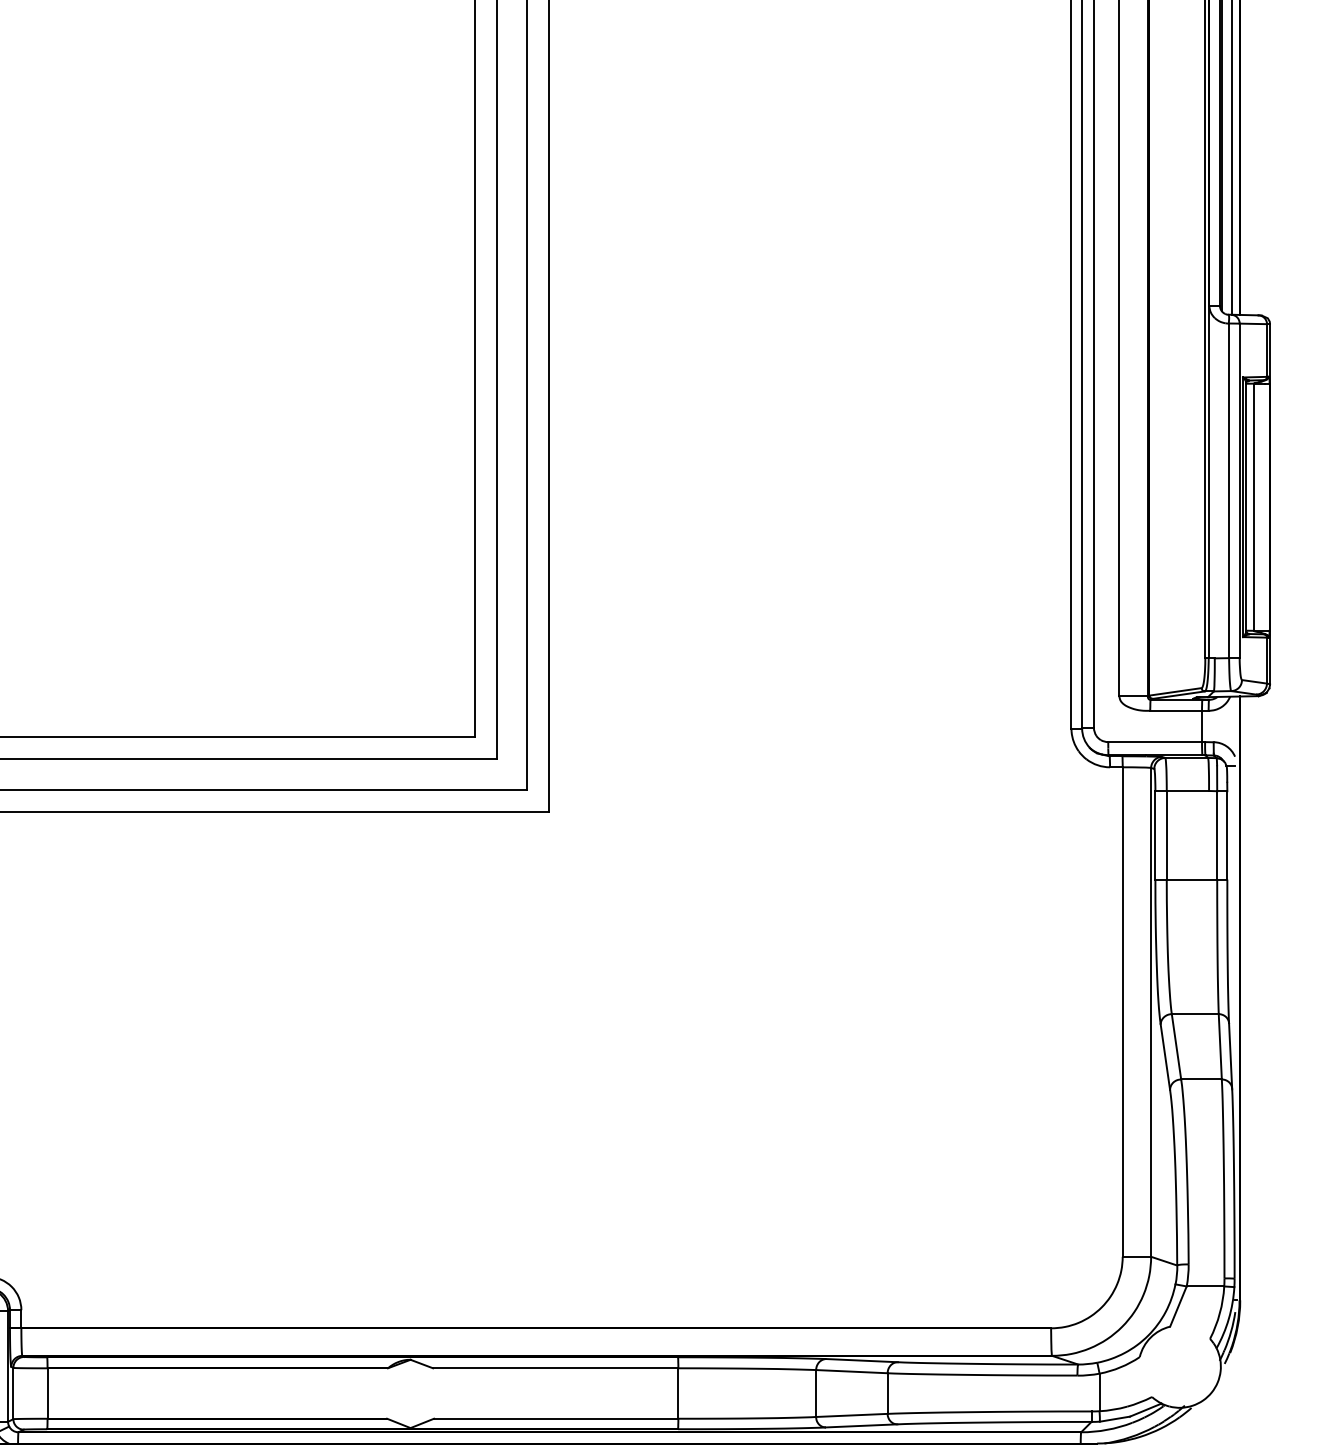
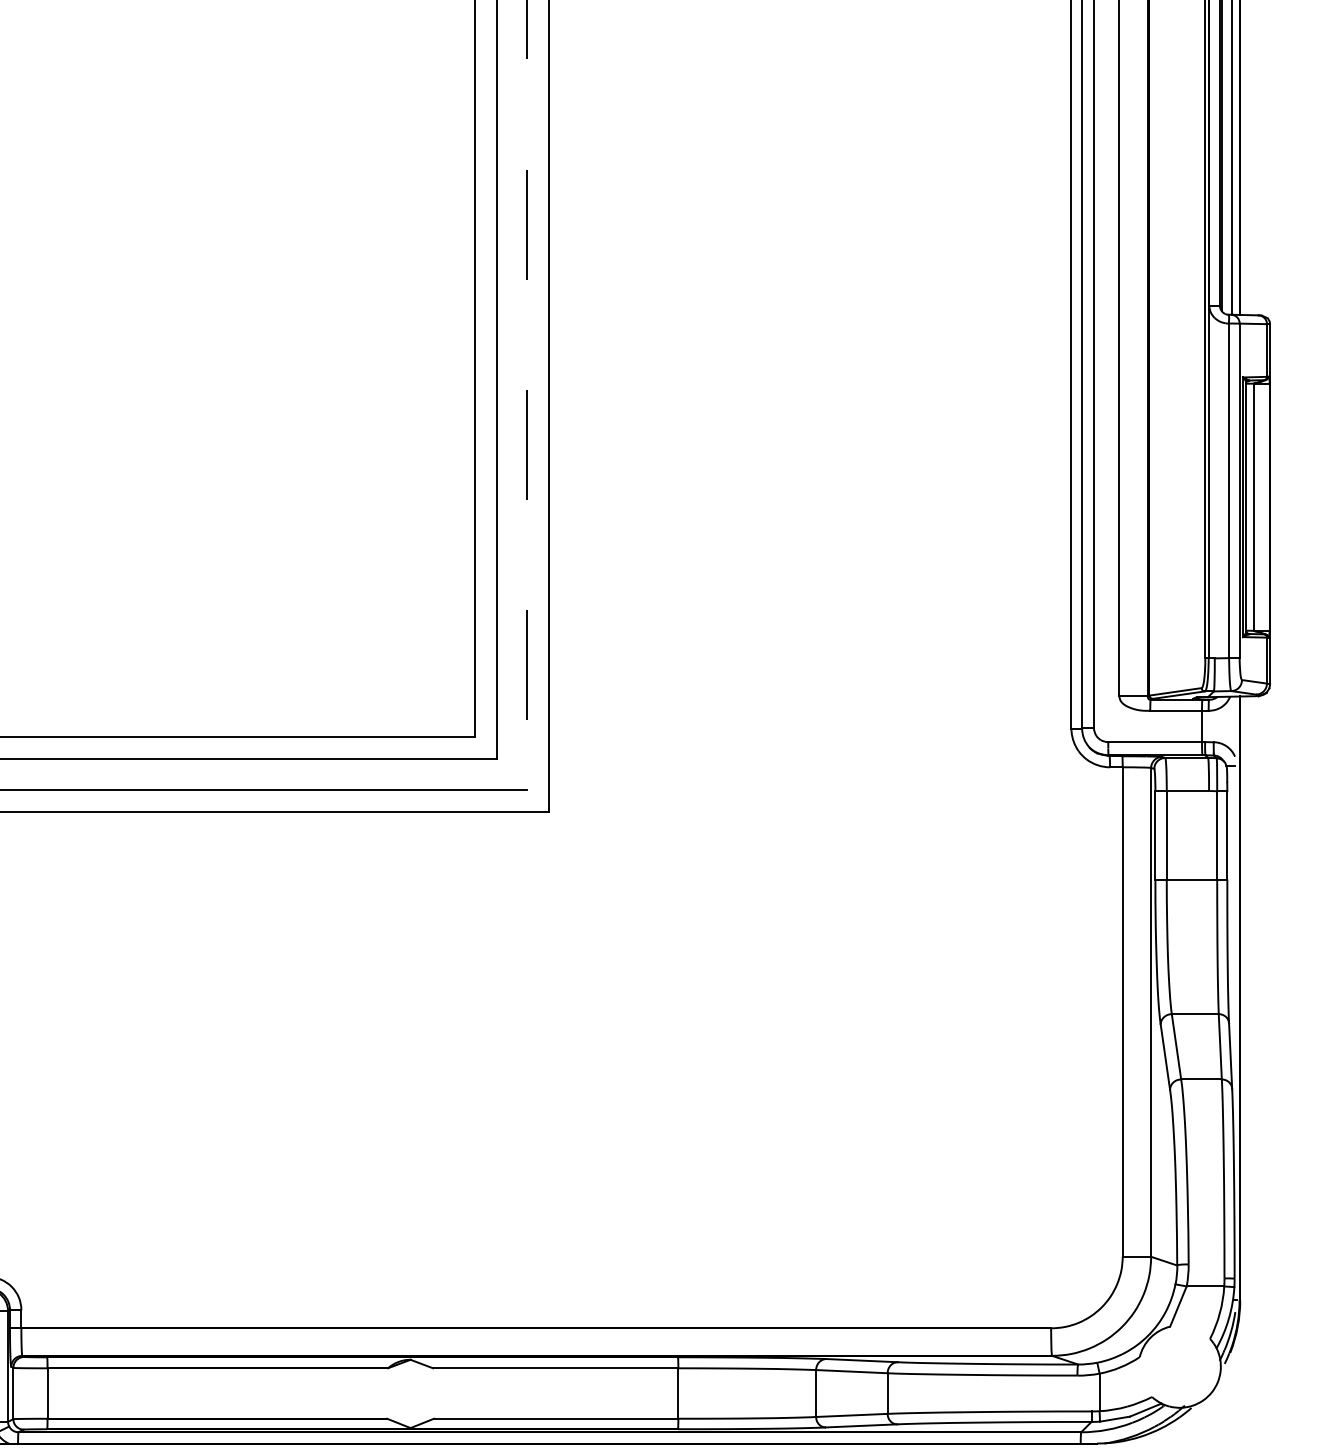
line at (527, 395): solid -> dashed
